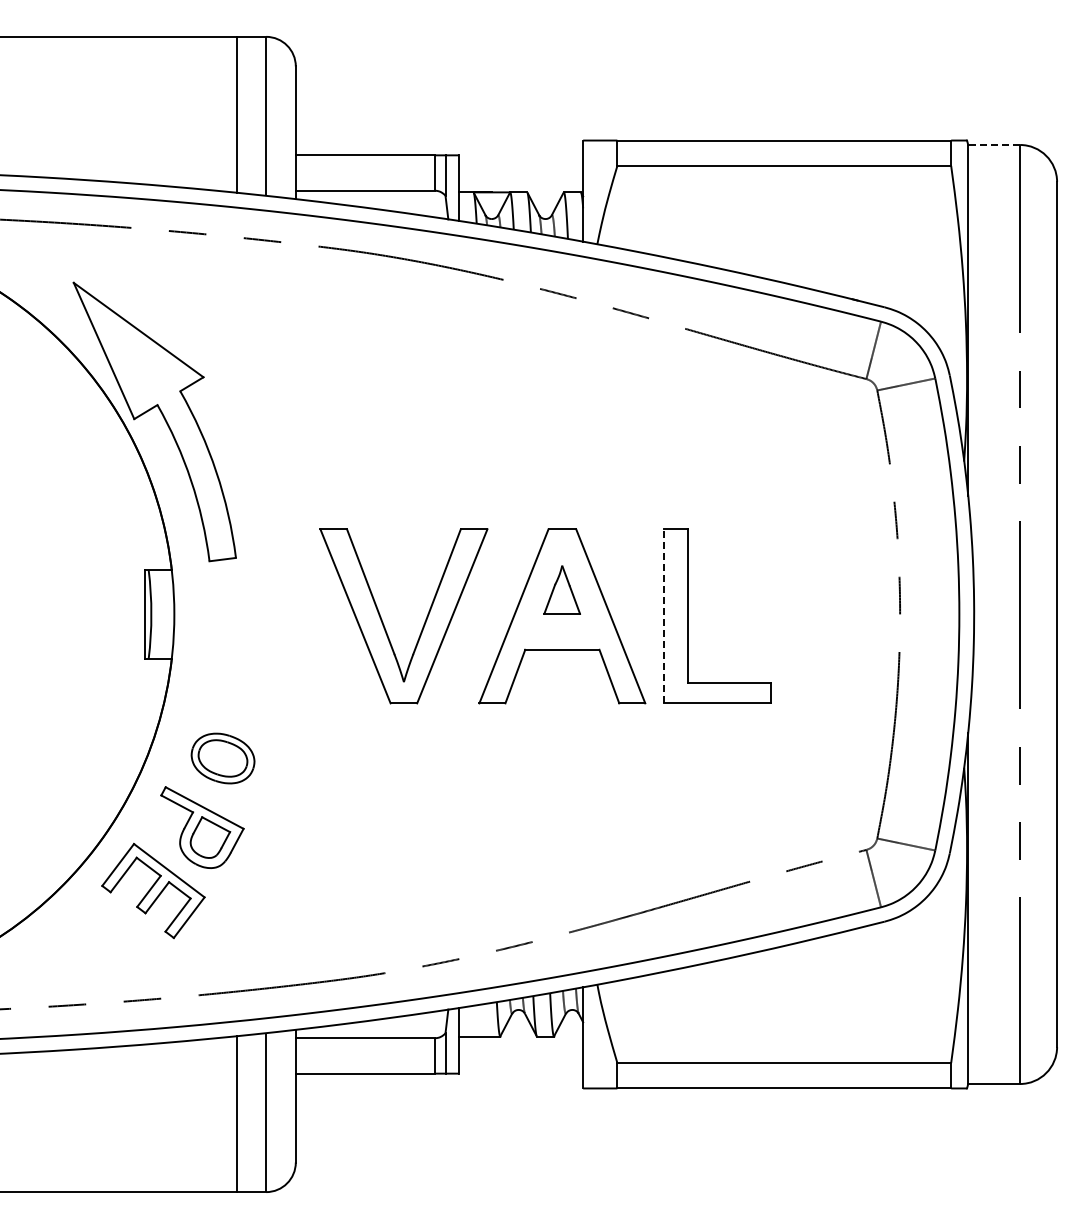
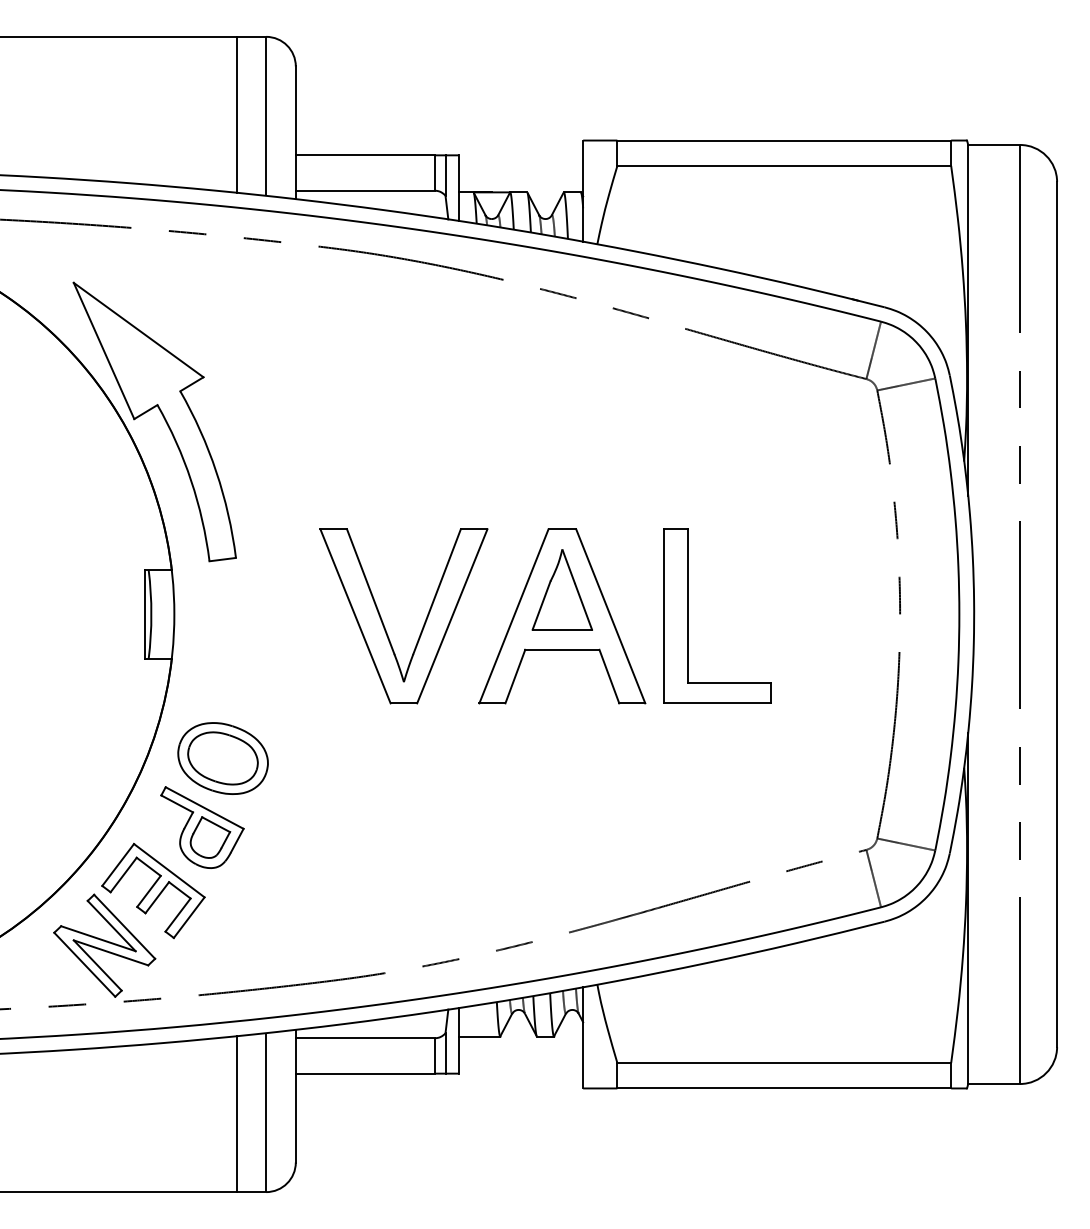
line at (994, 144): dashed -> solid
part at (561, 589) size: 38x50 px -> 62x82 px
line at (663, 615): dashed -> solid
part at (222, 758) size: 66x53 px -> 92x73 px
part at (104, 945): none -> present
